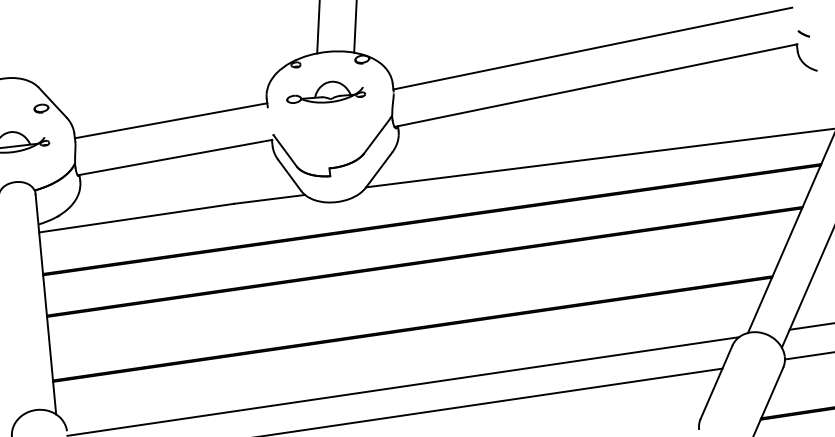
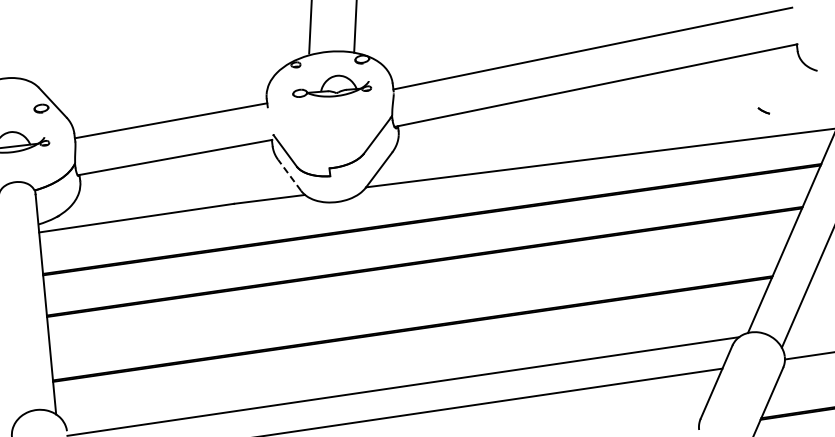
line at (318, 27) position: (318, 27) -> (310, 27)
line at (803, 33) position: (803, 33) -> (763, 110)
part at (326, 91) position: (326, 91) -> (332, 85)
line at (289, 174): solid -> dashed
line at (810, 326): present -> none
